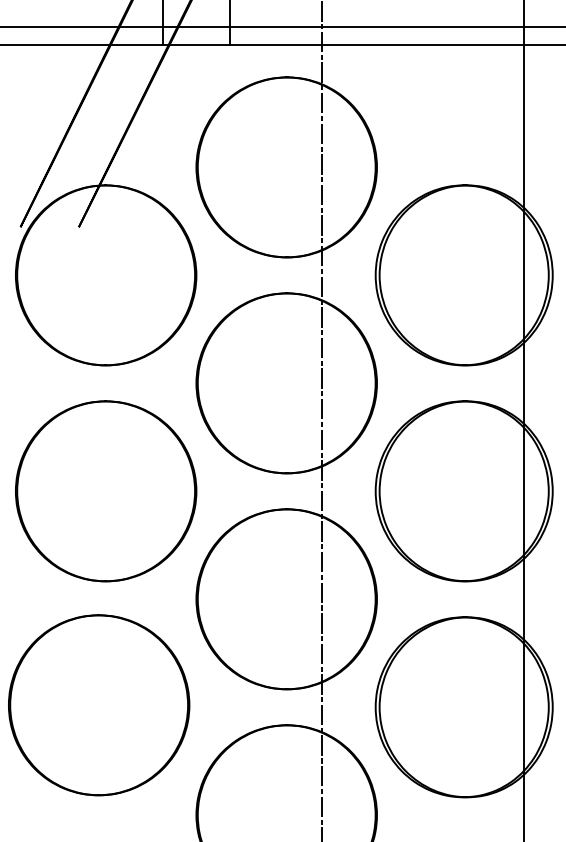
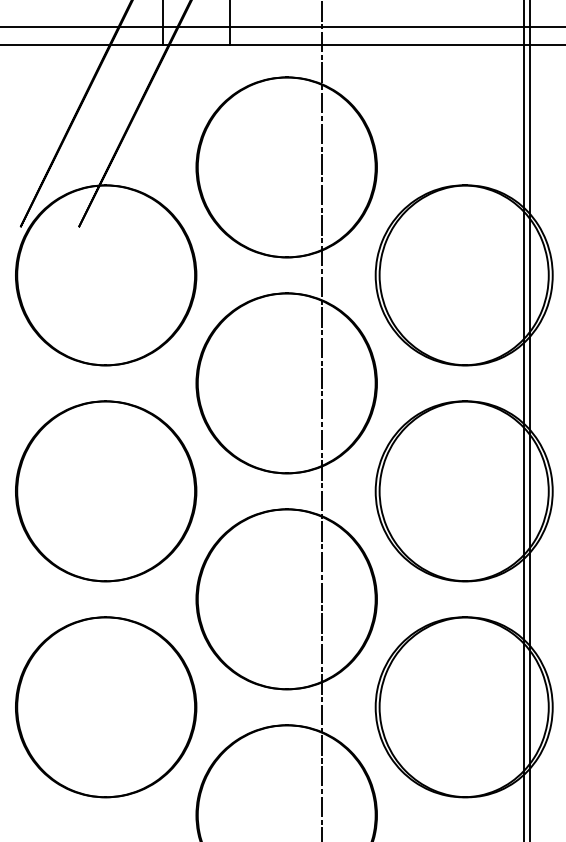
line at (530, 420): none -> present
part at (99, 705) position: (99, 705) -> (106, 707)
